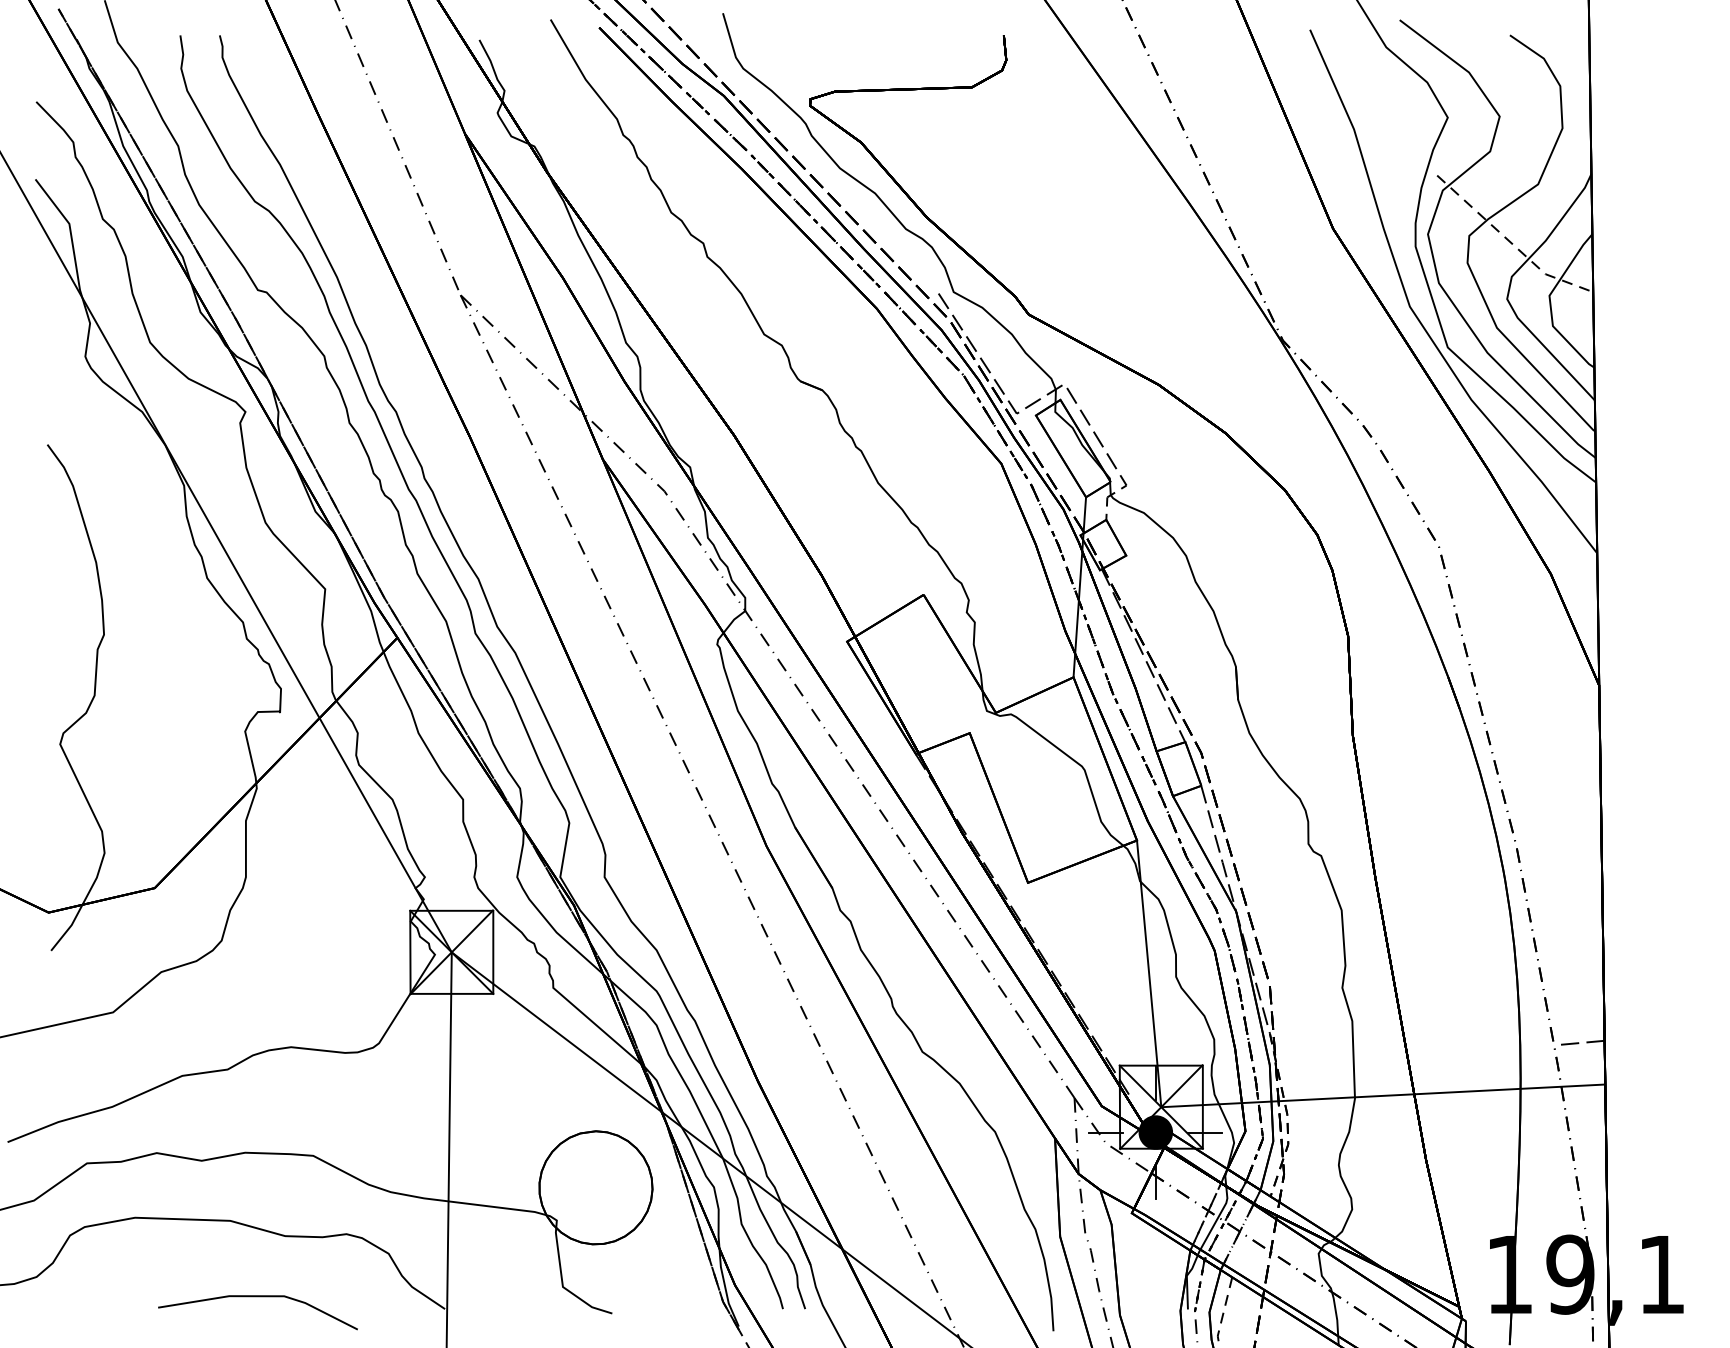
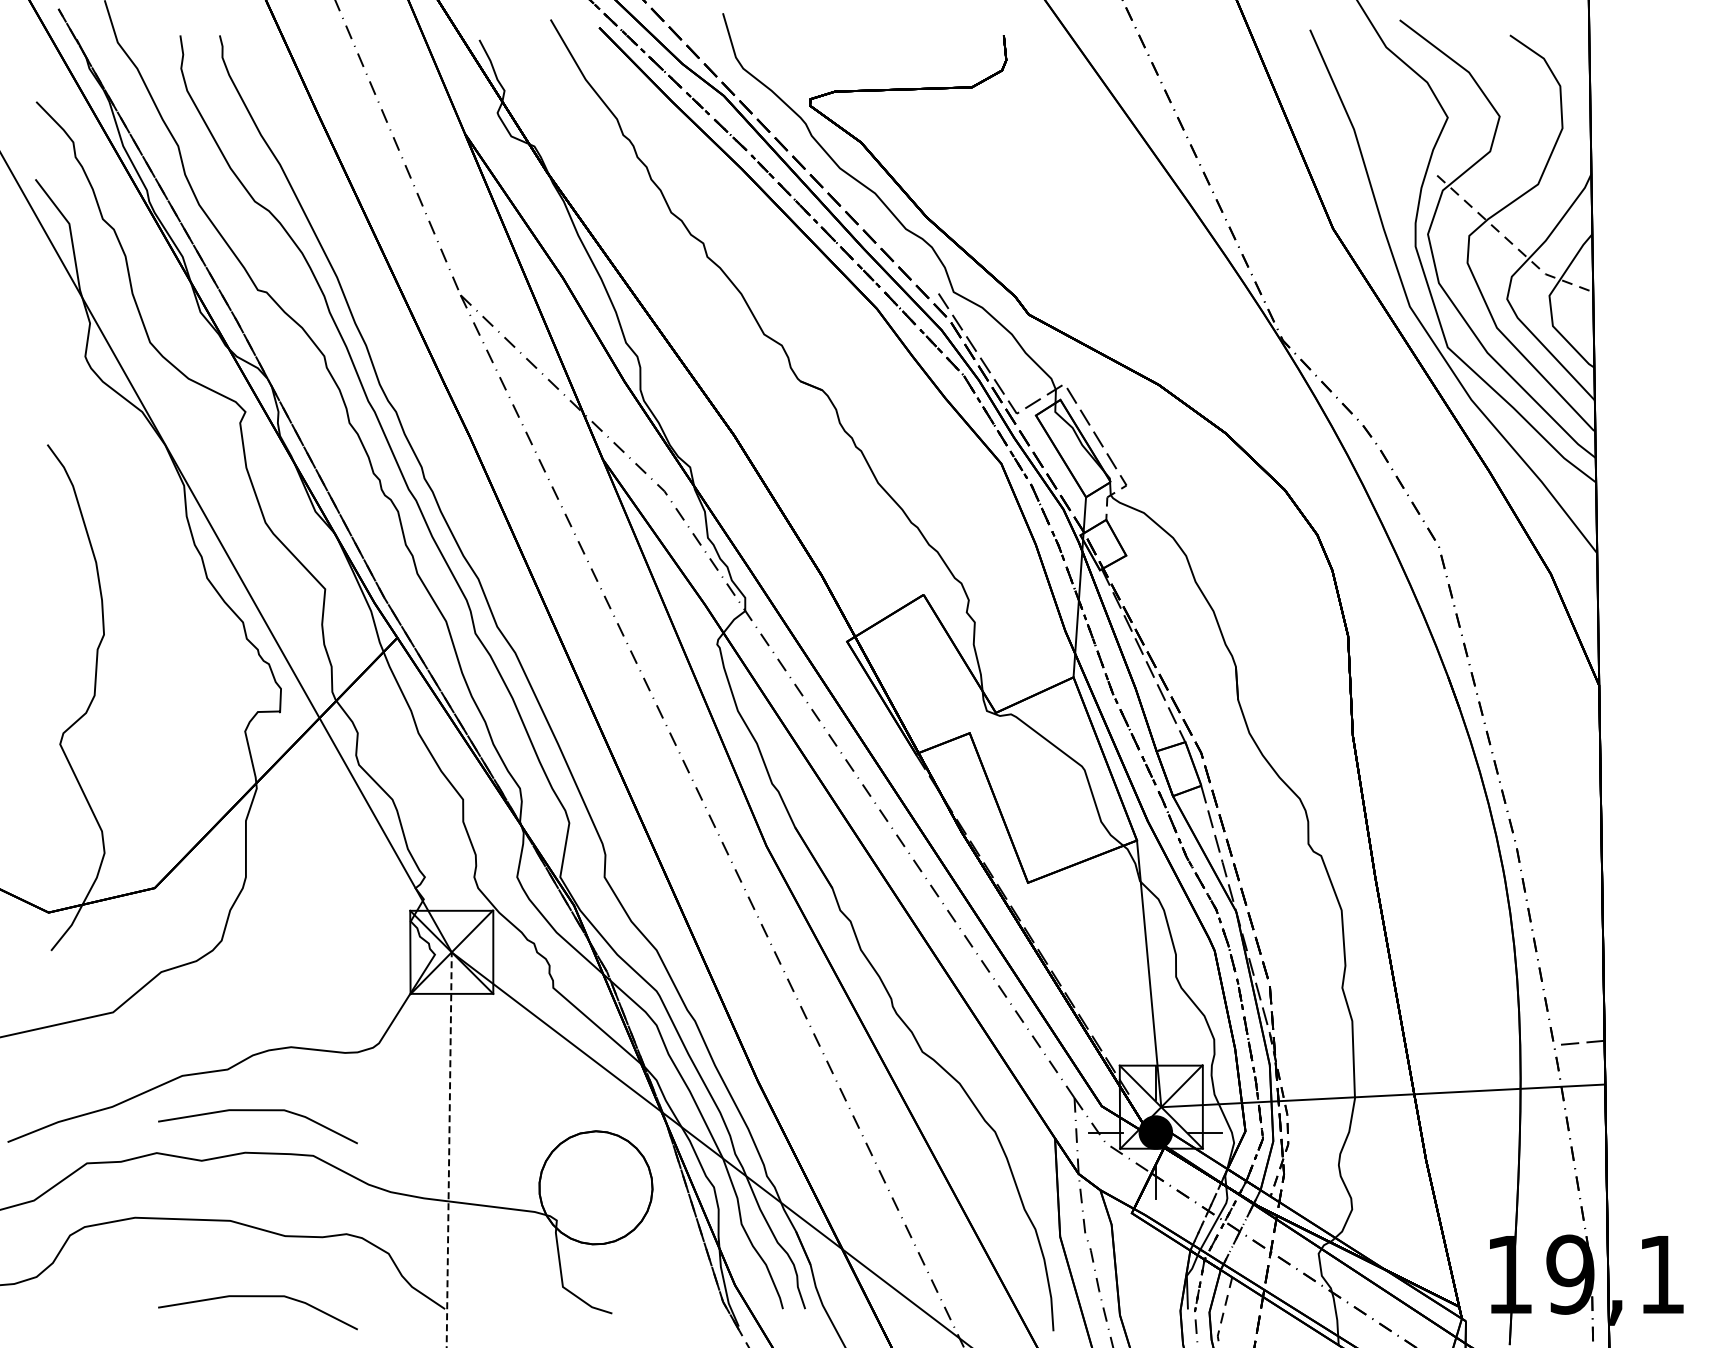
line at (257, 1111): none -> present
line at (449, 1149): solid -> dashed
